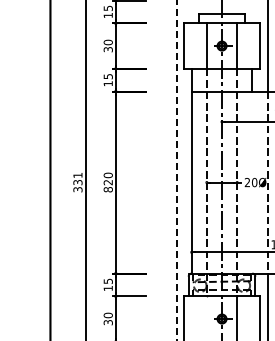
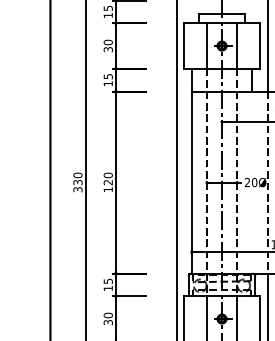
line at (176, 171): dashed -> solid
text at (77, 175): 331 -> 330
text at (107, 189): 820 -> 120
line at (206, 316): none -> present
